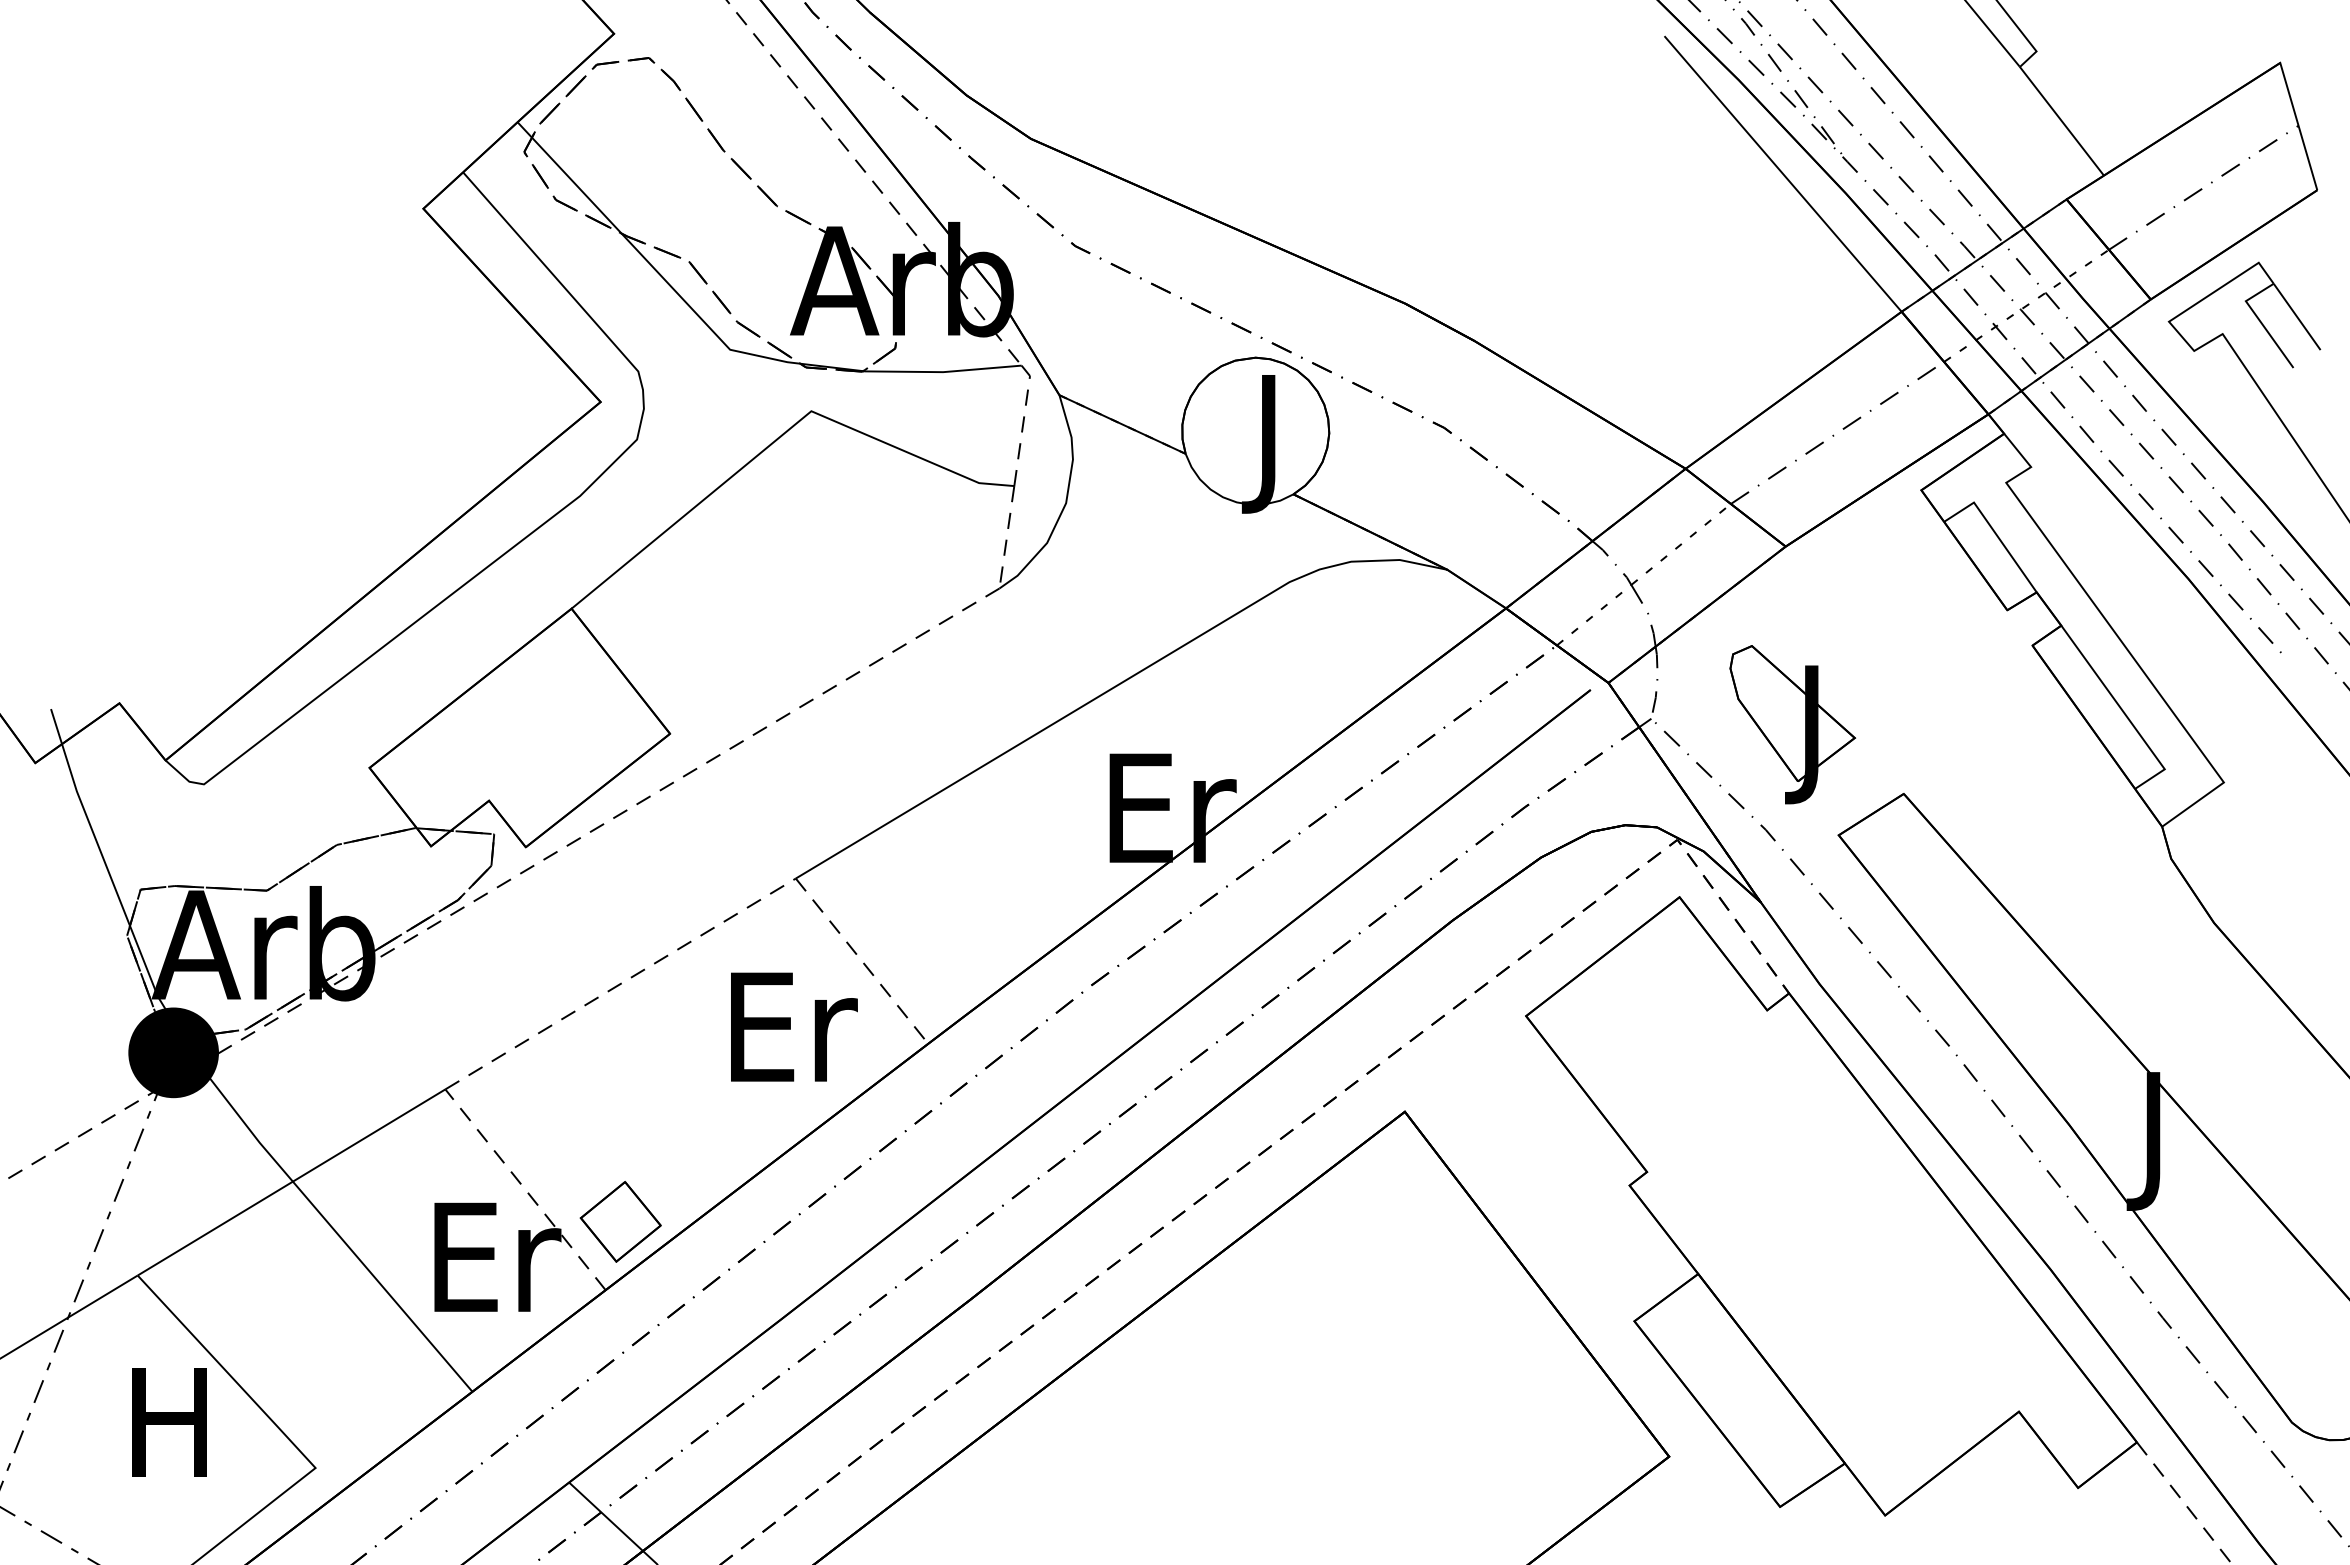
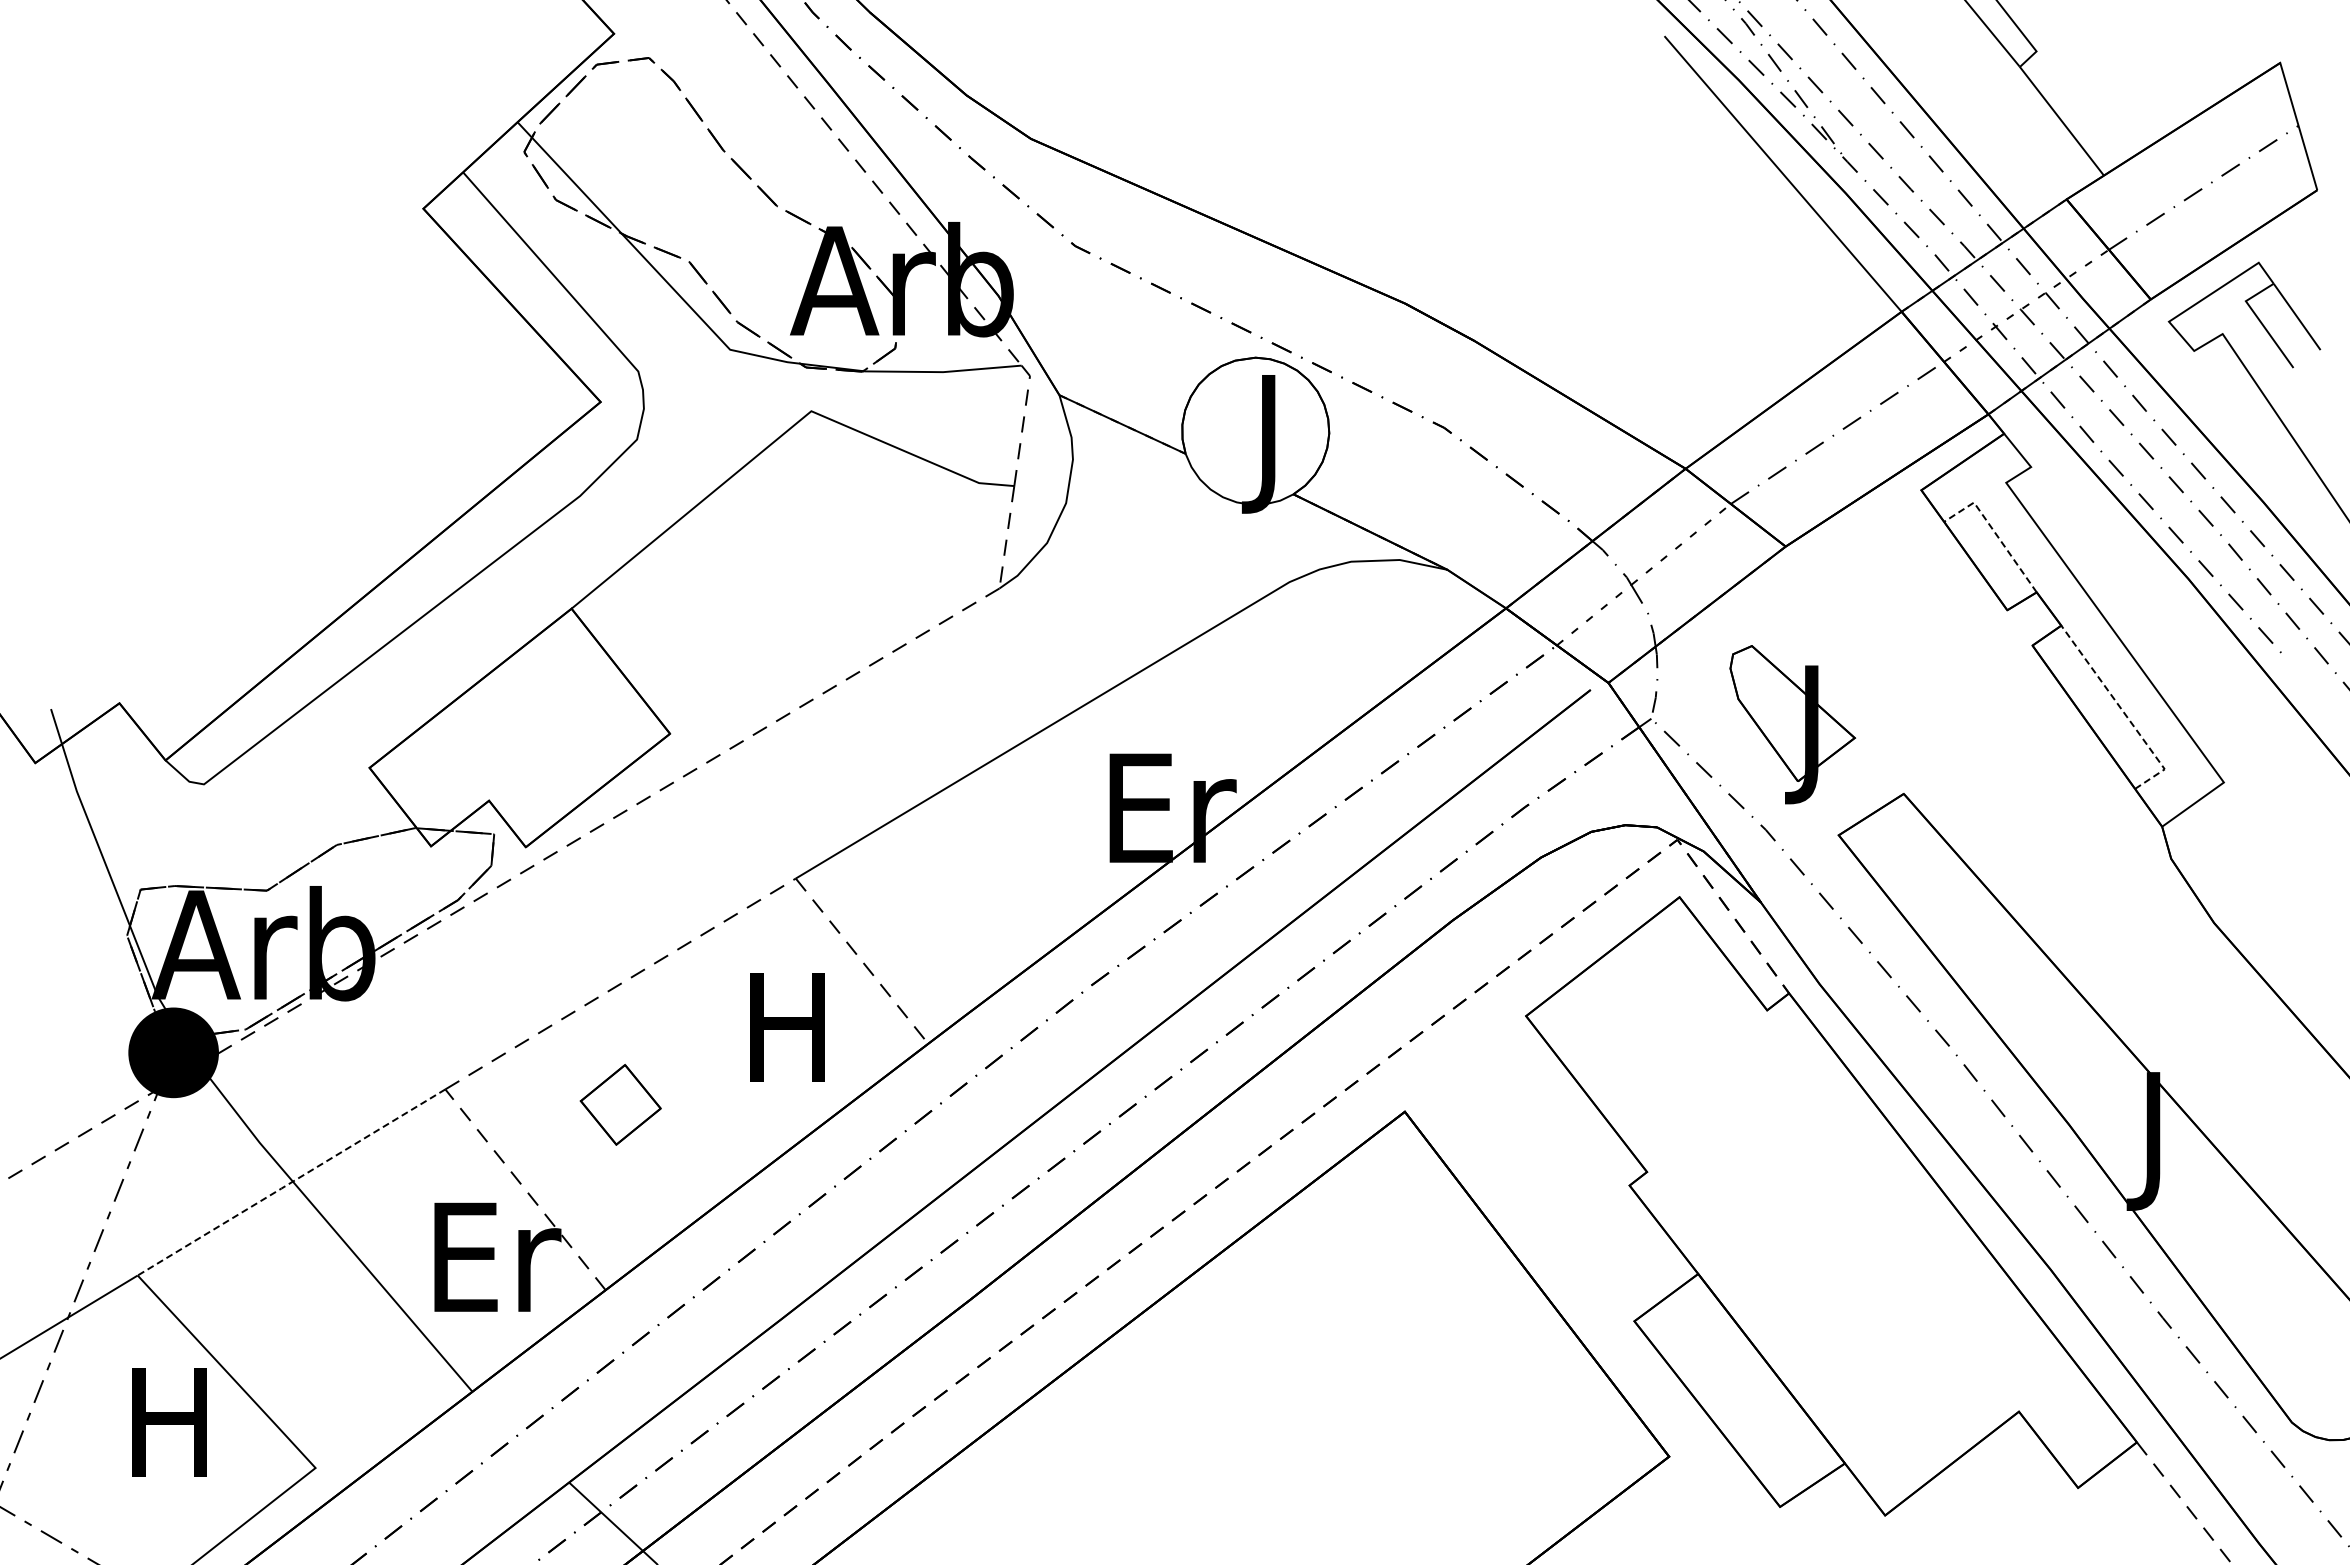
line at (1994, 531): solid -> dashed
line at (2123, 712): solid -> dashed
text at (794, 1026): Er -> H
line at (290, 1182): solid -> dashed
part at (620, 1221) position: (620, 1221) -> (620, 1104)
